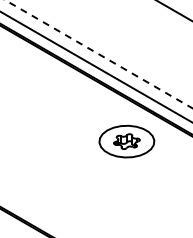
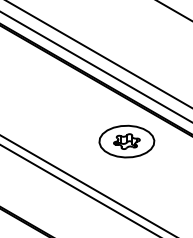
line at (99, 54): dashed -> solid
line at (87, 185): none -> present
line at (78, 190): none -> present
